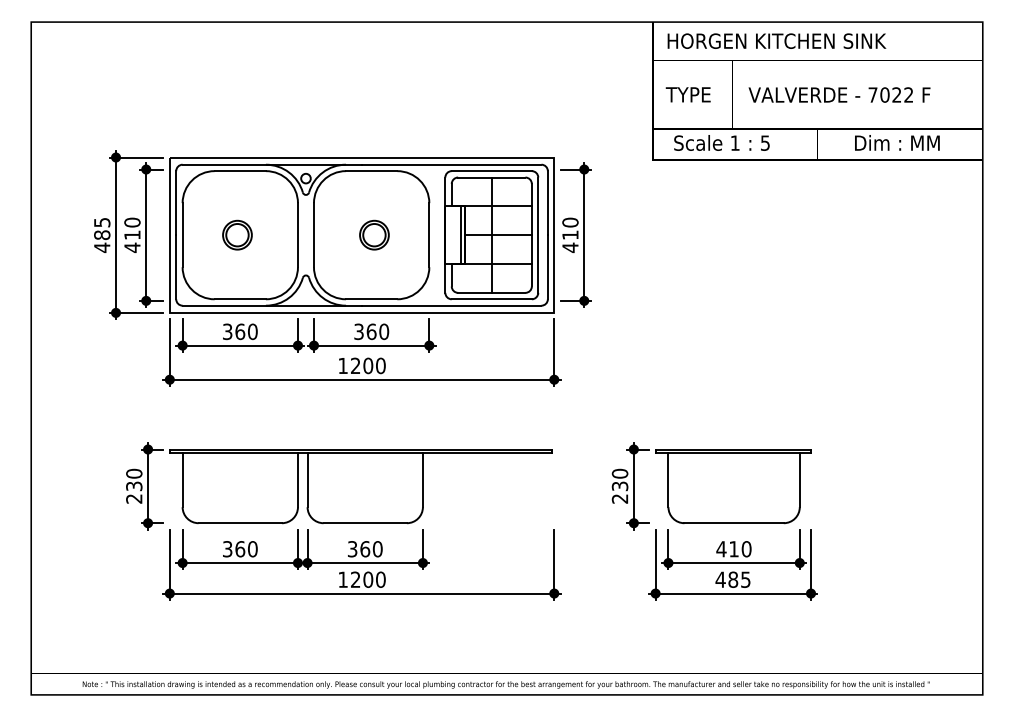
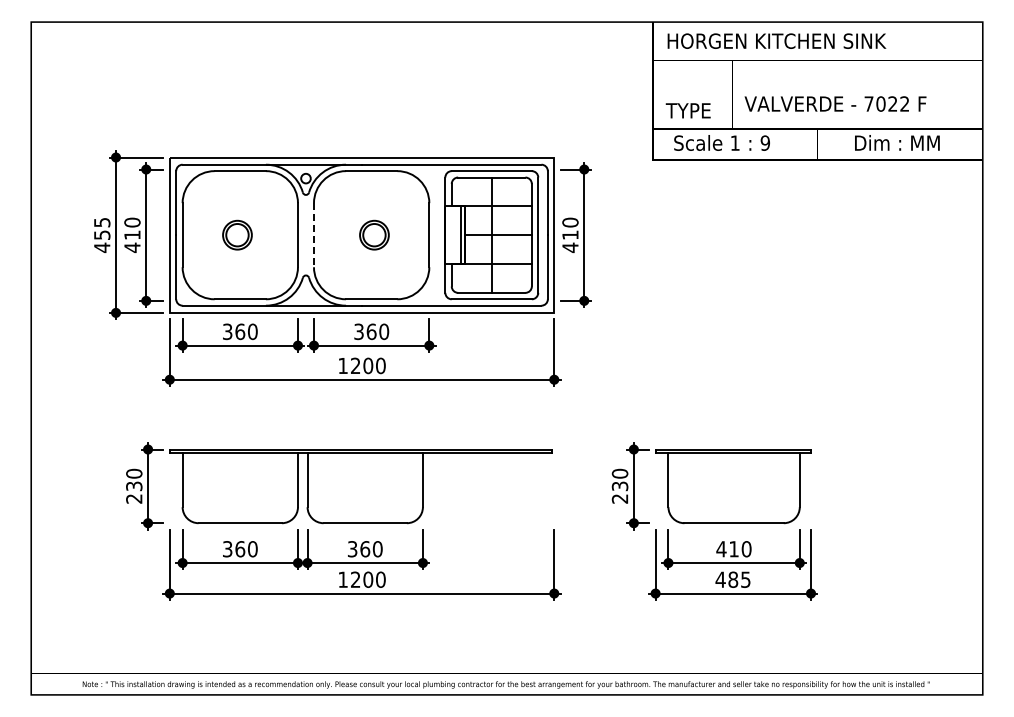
text at (687, 94) position: (687, 94) -> (687, 110)
text at (839, 94) position: (839, 94) -> (835, 103)
text at (764, 142): 5 -> 9
text at (102, 235): 485 -> 455
line at (313, 235): solid -> dashed
